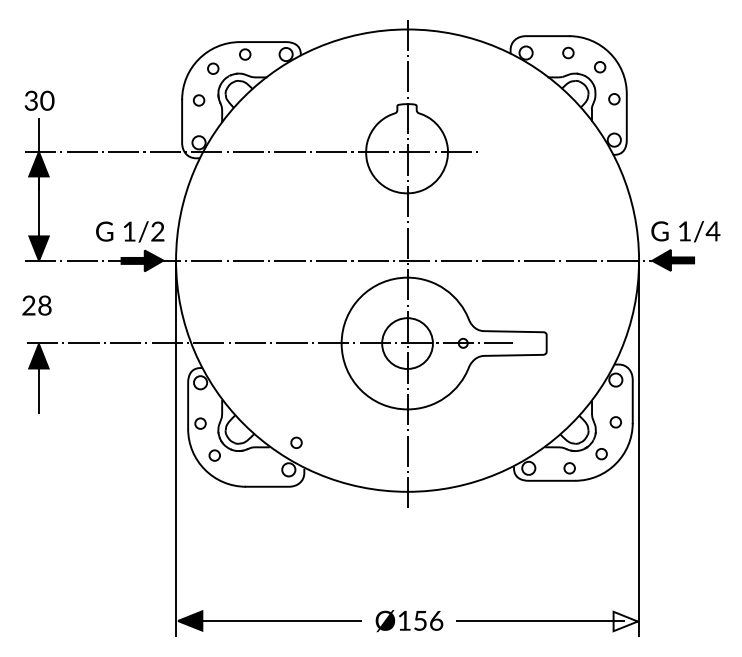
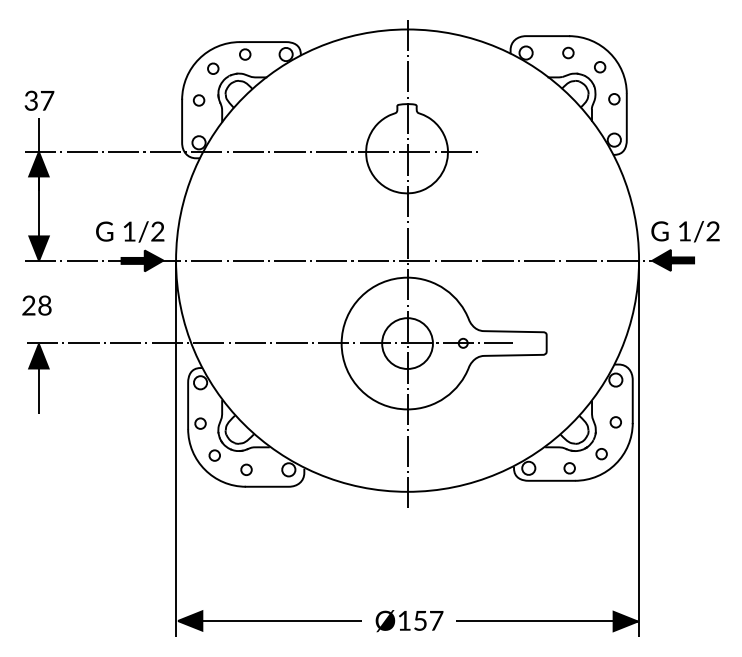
text at (47, 100): 30 -> 37
text at (712, 231): 1/4 -> 1/2
part at (296, 442) position: (296, 442) -> (246, 469)
text at (436, 620): Ø156 -> Ø157
fill at (625, 621): none -> present
